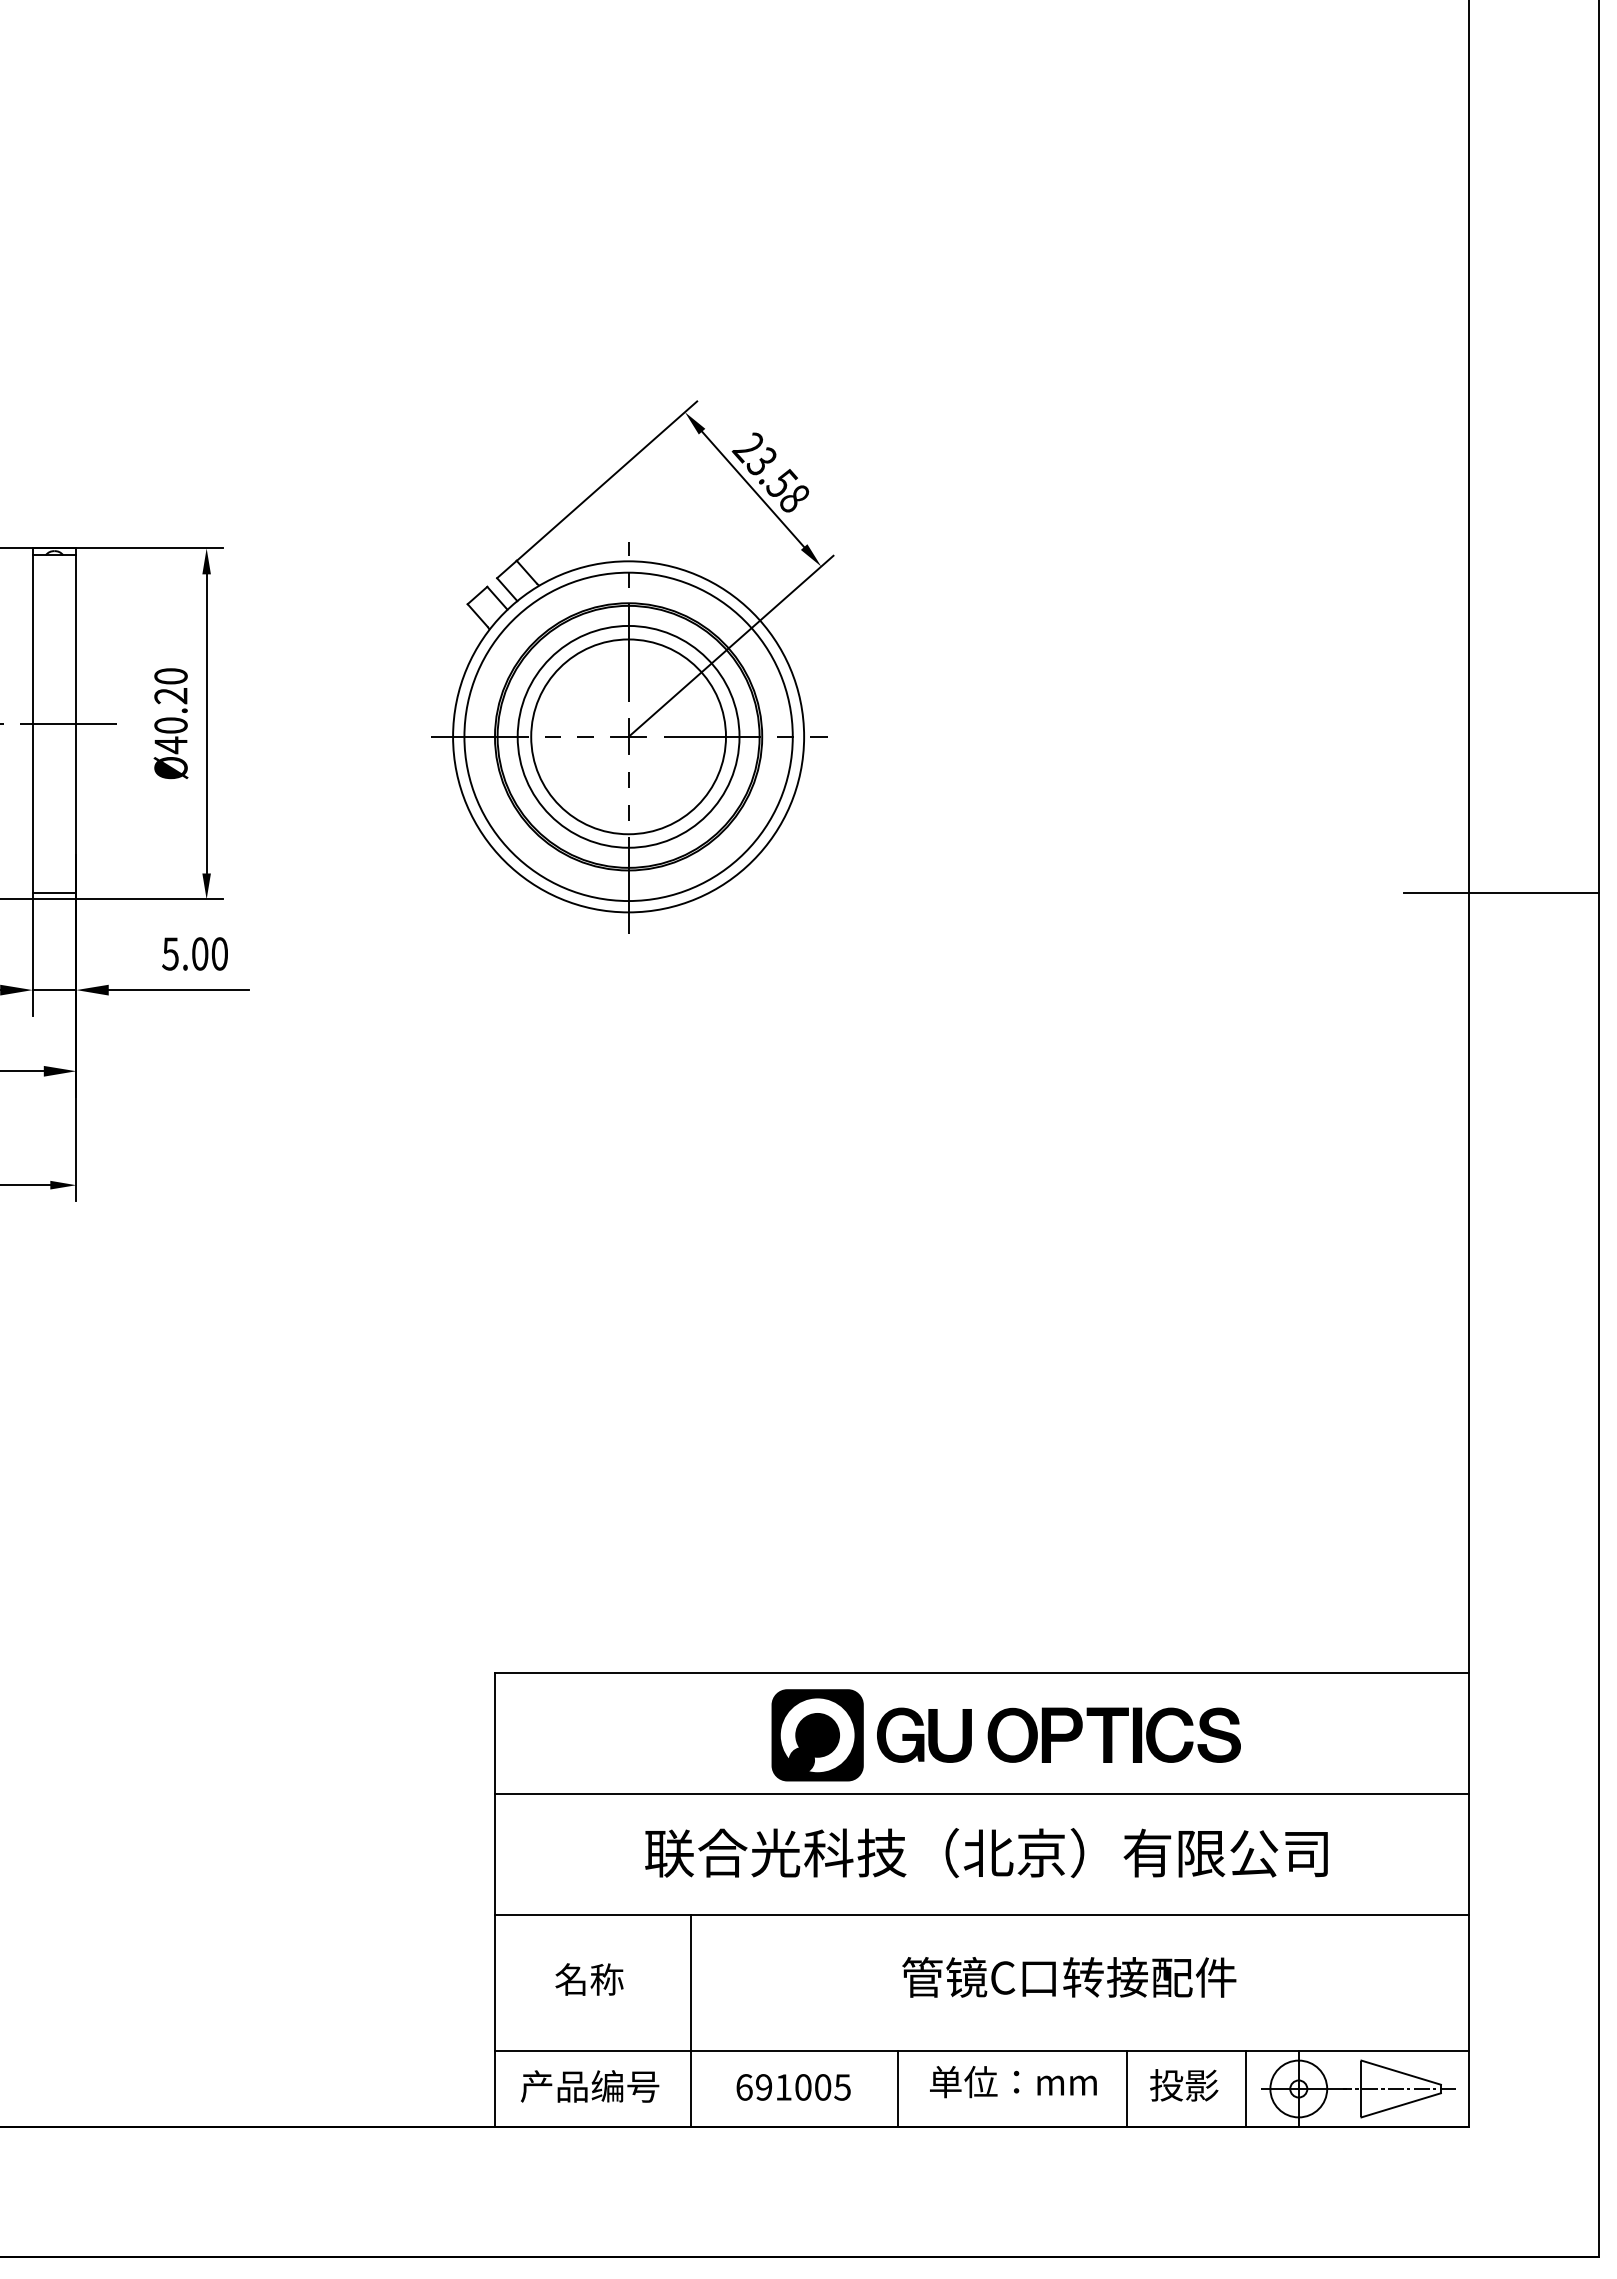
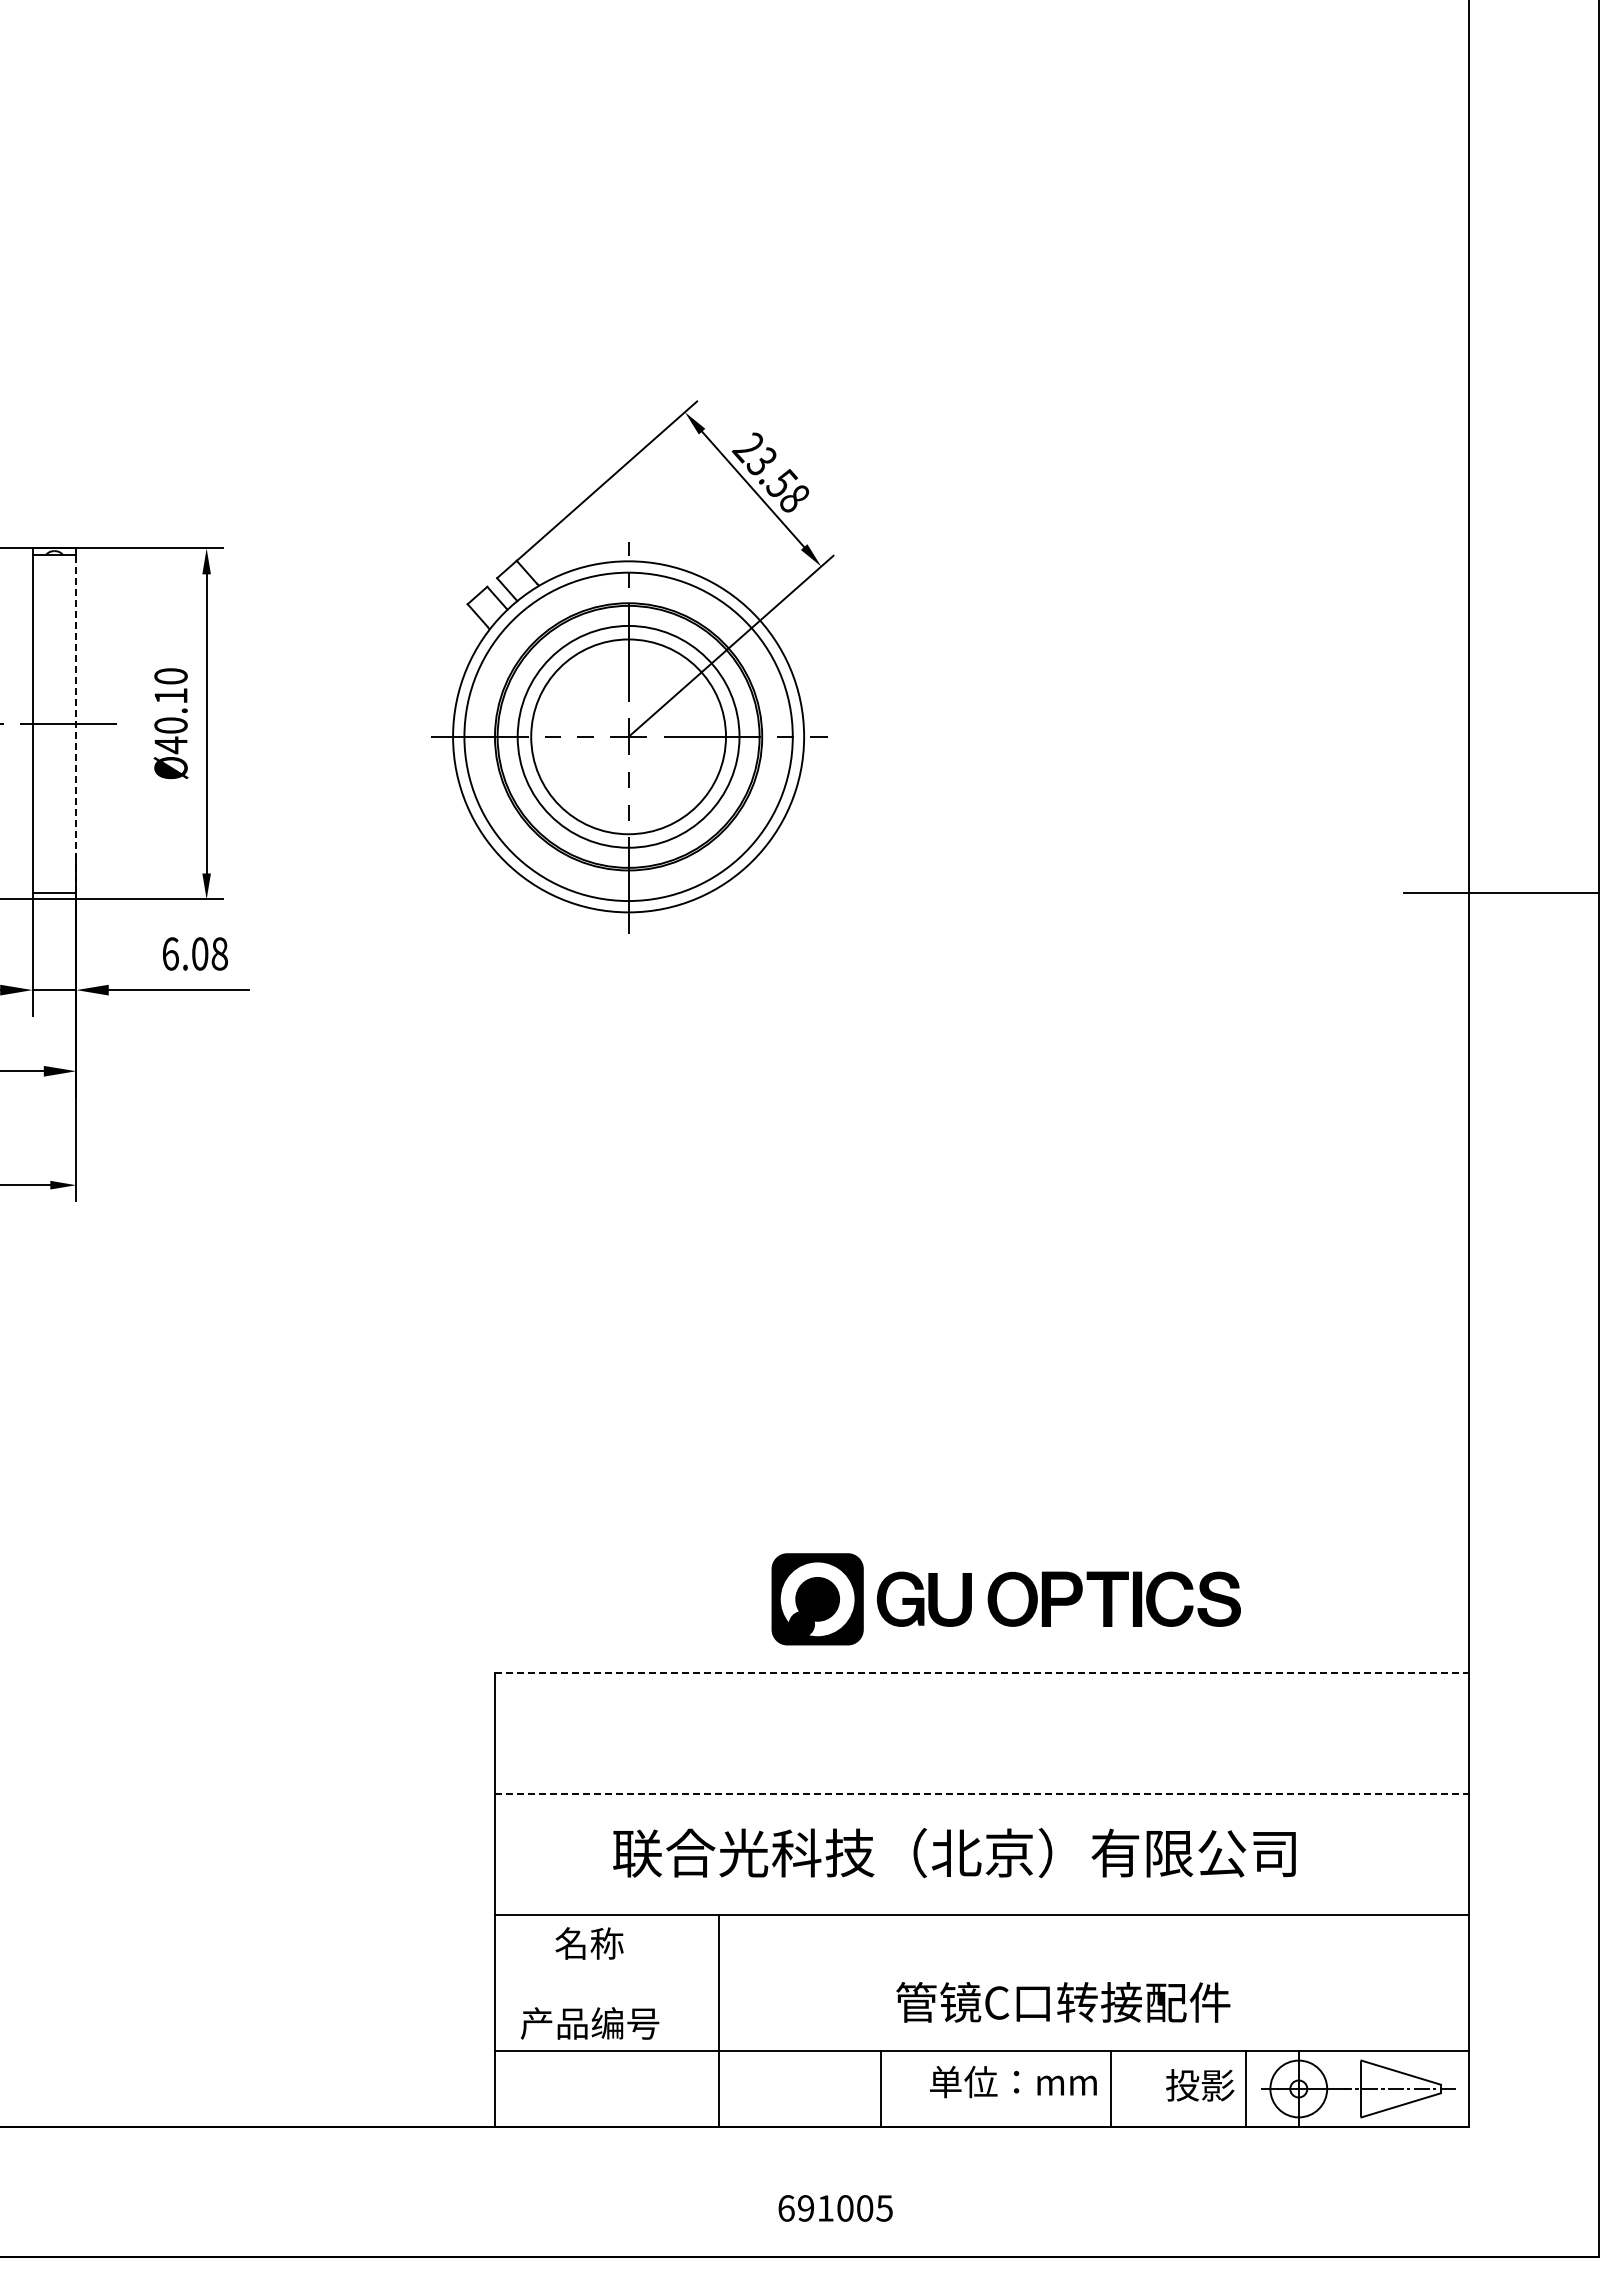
text at (170, 696): Ø40.20 -> Ø40.10
line at (76, 723): solid -> dashed
text at (195, 953): 5.00 -> 6.08
line at (981, 1672): solid -> dashed
part at (1005, 1735) position: (1005, 1735) -> (1005, 1599)
line at (981, 1793): solid -> dashed
text at (986, 1853) position: (986, 1853) -> (954, 1853)
text at (1069, 1977) position: (1069, 1977) -> (1063, 2002)
text at (589, 1979) position: (589, 1979) -> (589, 1943)
line at (691, 2020) position: (691, 2020) -> (719, 2020)
text at (1184, 2085) position: (1184, 2085) -> (1200, 2085)
text at (590, 2086) position: (590, 2086) -> (590, 2023)
text at (793, 2087) position: (793, 2087) -> (835, 2208)
line at (898, 2088) position: (898, 2088) -> (881, 2088)
line at (1127, 2088) position: (1127, 2088) -> (1111, 2088)
